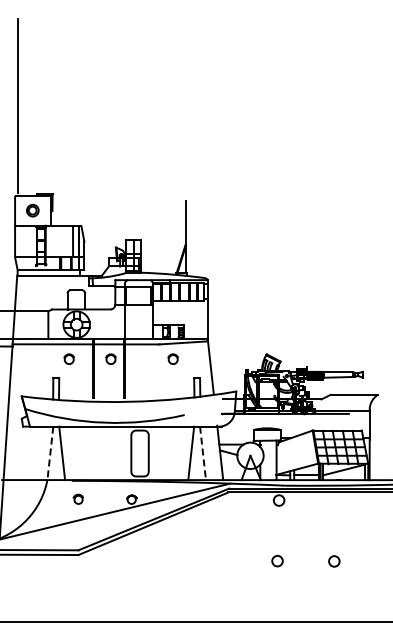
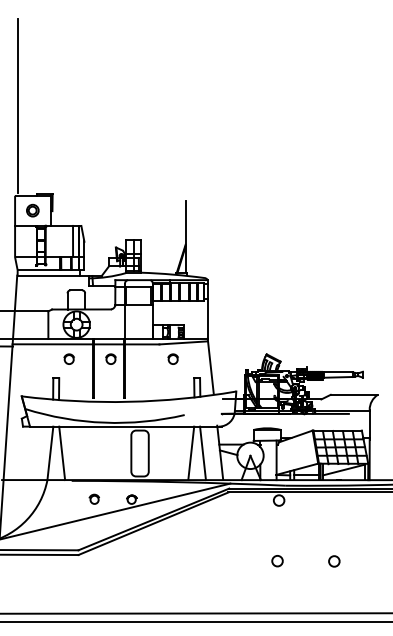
line at (50, 453): dashed -> solid
line at (203, 453): dashed -> solid
part at (77, 498) position: (77, 498) -> (93, 498)
line at (195, 613): none -> present
